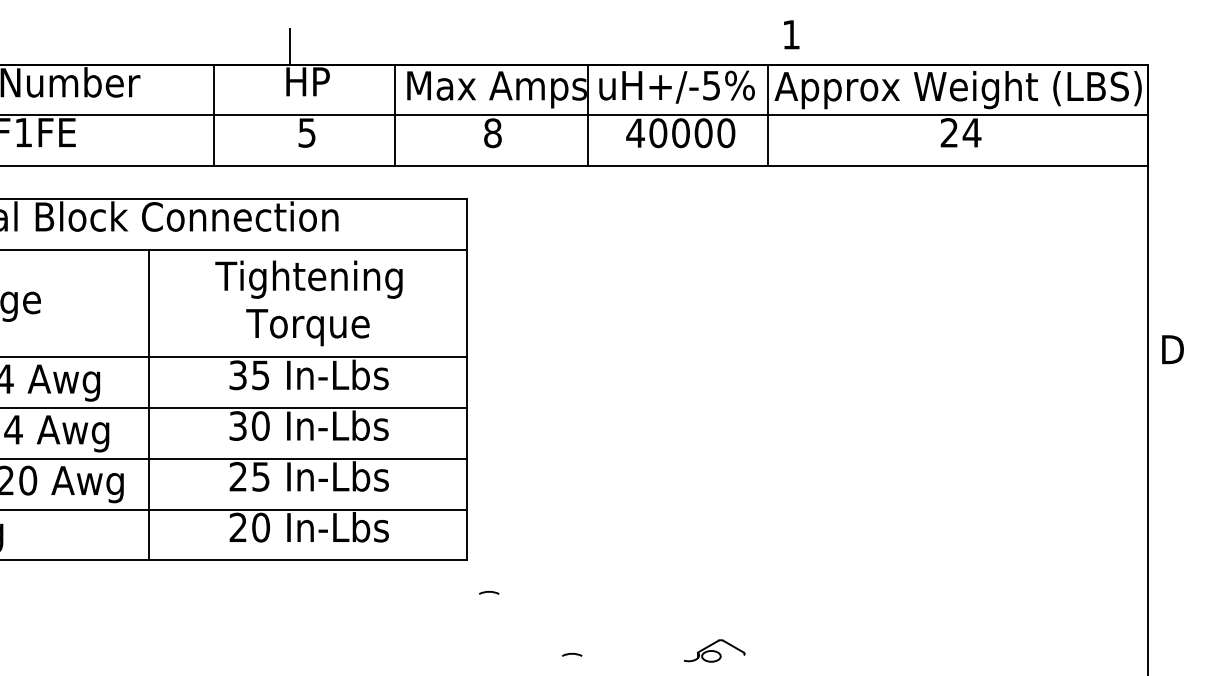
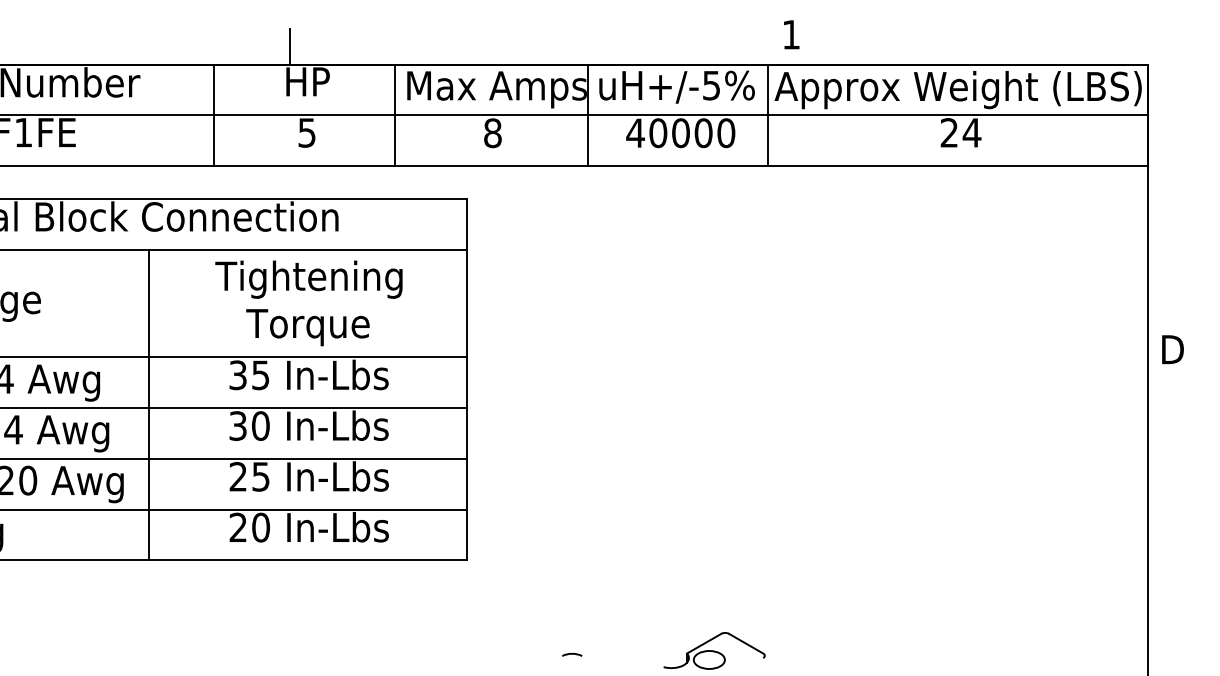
curve at (489, 592): present -> none
part at (714, 650) size: 62x24 px -> 103x38 px
